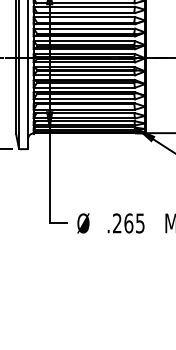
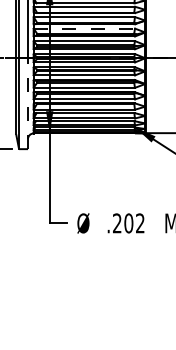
line at (84, 28): solid -> dashed
line at (28, 103): solid -> dashed
text at (134, 223): .265 -> .202
